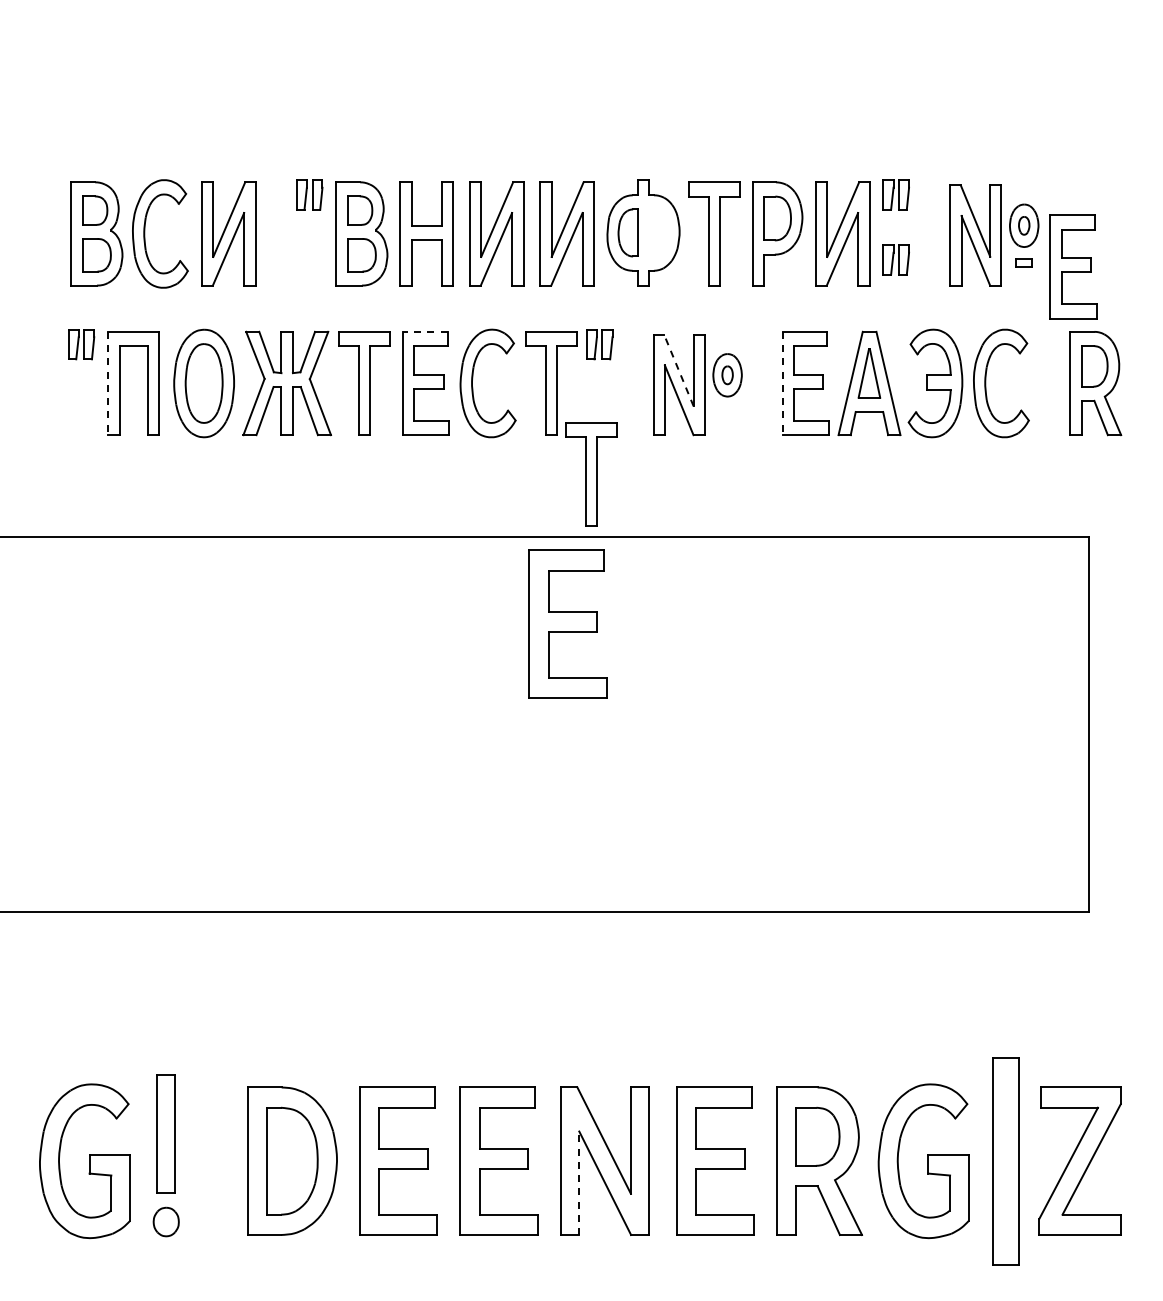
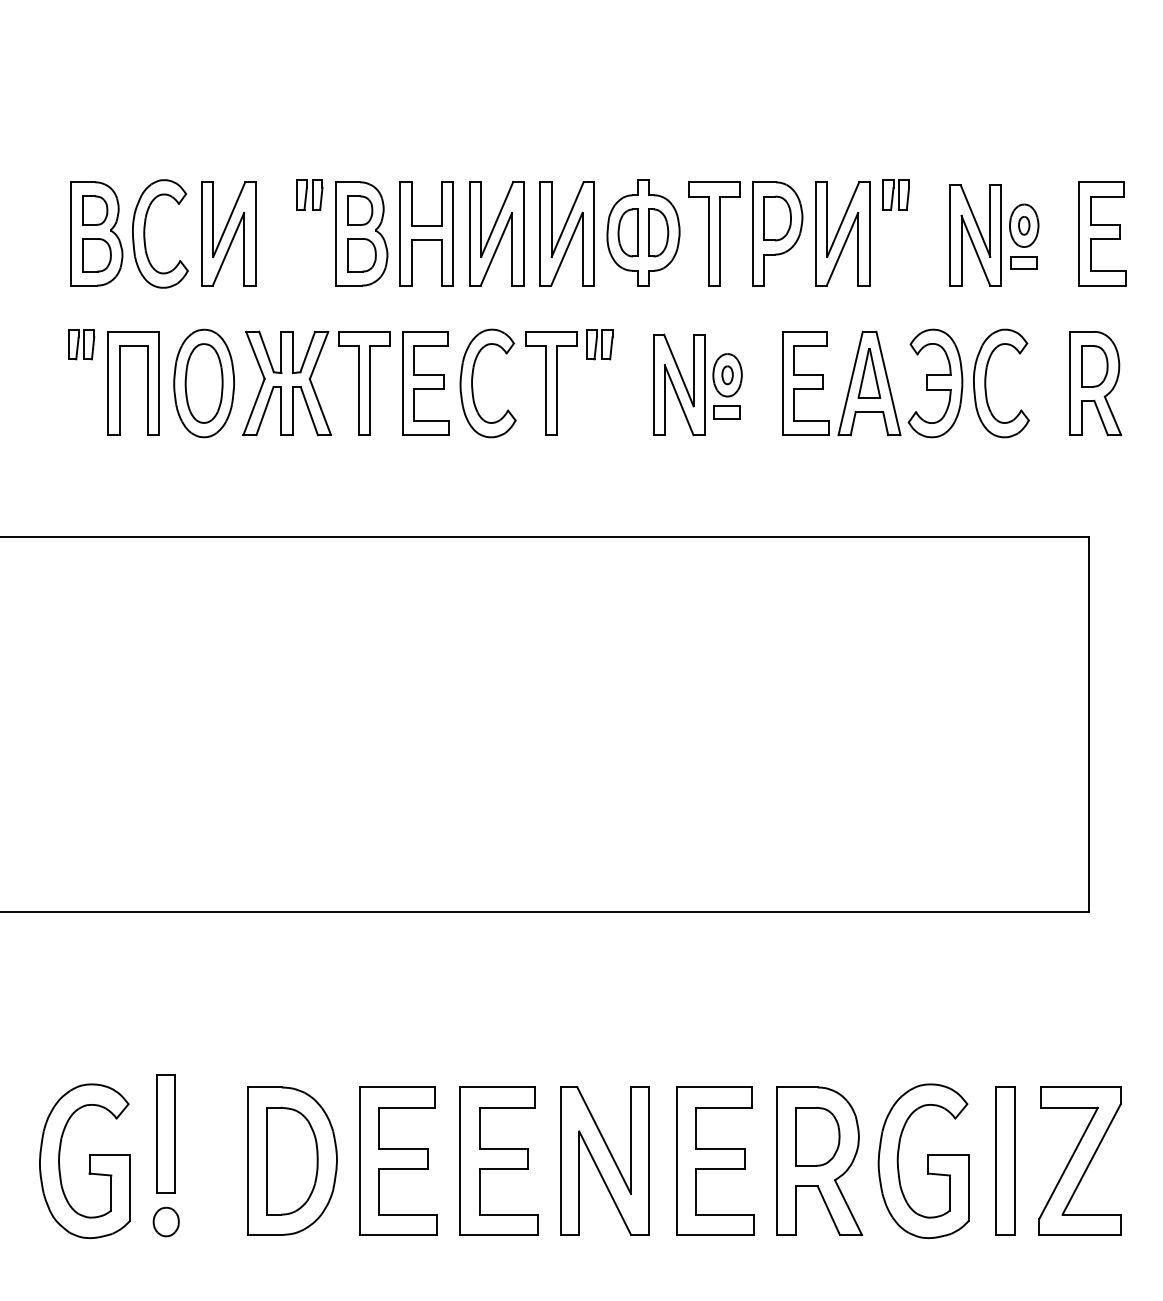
part at (658, 232): none -> present
part at (895, 259): present -> none
part at (1023, 262) size: 18x10 px -> 28x14 px
part at (1073, 266) position: (1073, 266) -> (1102, 233)
line at (424, 331): dashed -> solid
line at (678, 370): dashed -> solid
line at (108, 383): dashed -> solid
line at (782, 383): dashed -> solid
part at (726, 412): none -> present
part at (591, 474): present -> none
part at (567, 623): present -> none
part at (1005, 1161) size: 28x209 px -> 21x150 px
line at (579, 1183): dashed -> solid
